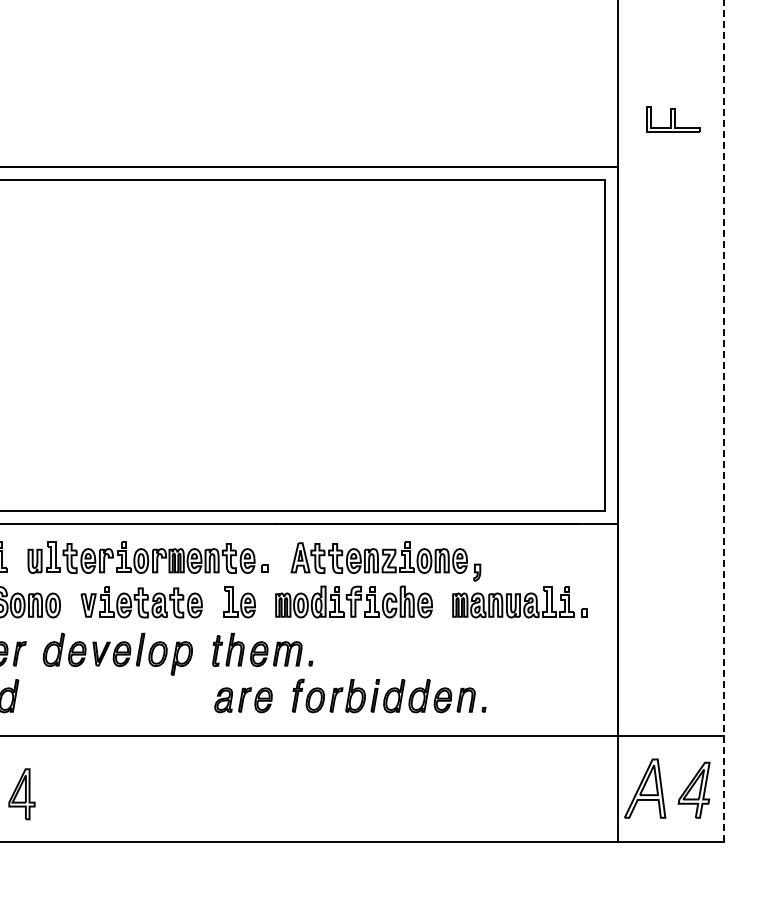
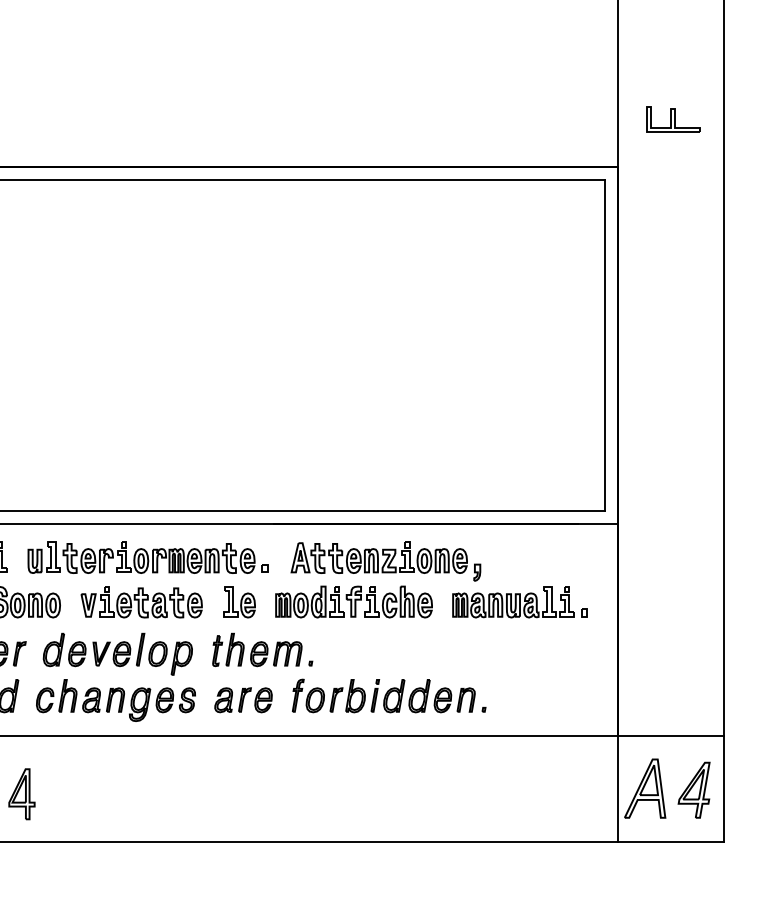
line at (724, 420): dashed -> solid
part at (115, 700): none -> present
